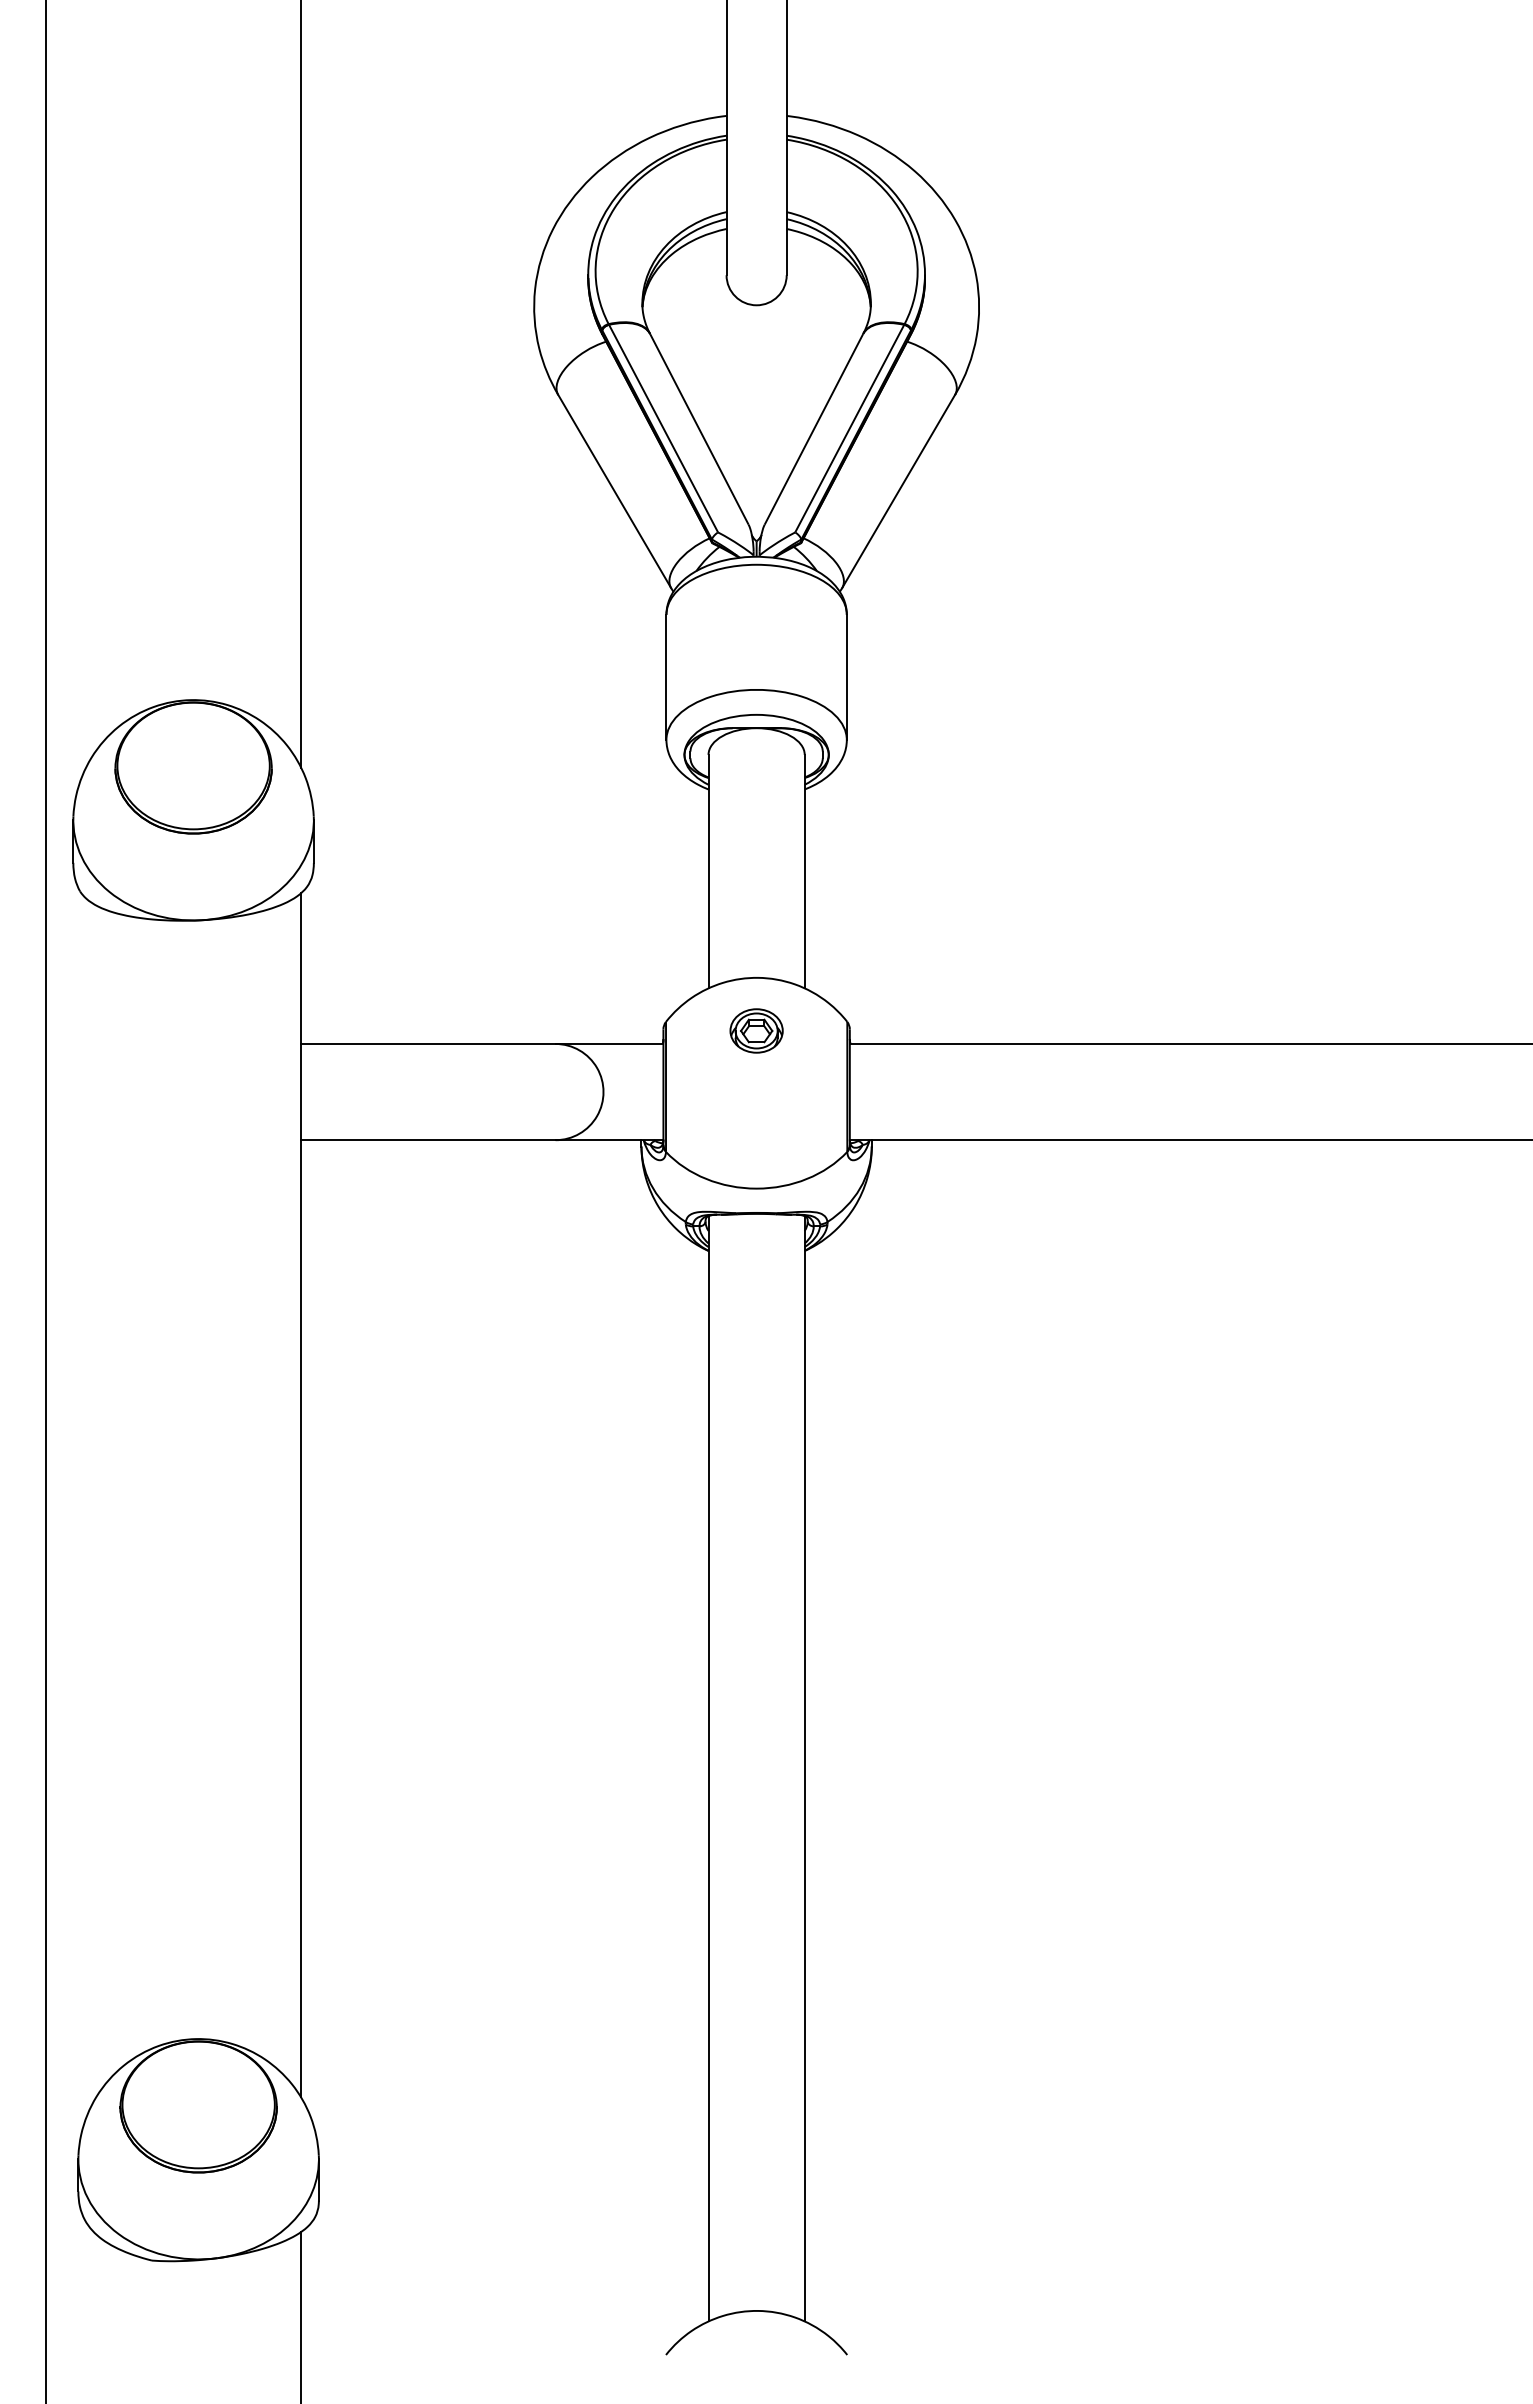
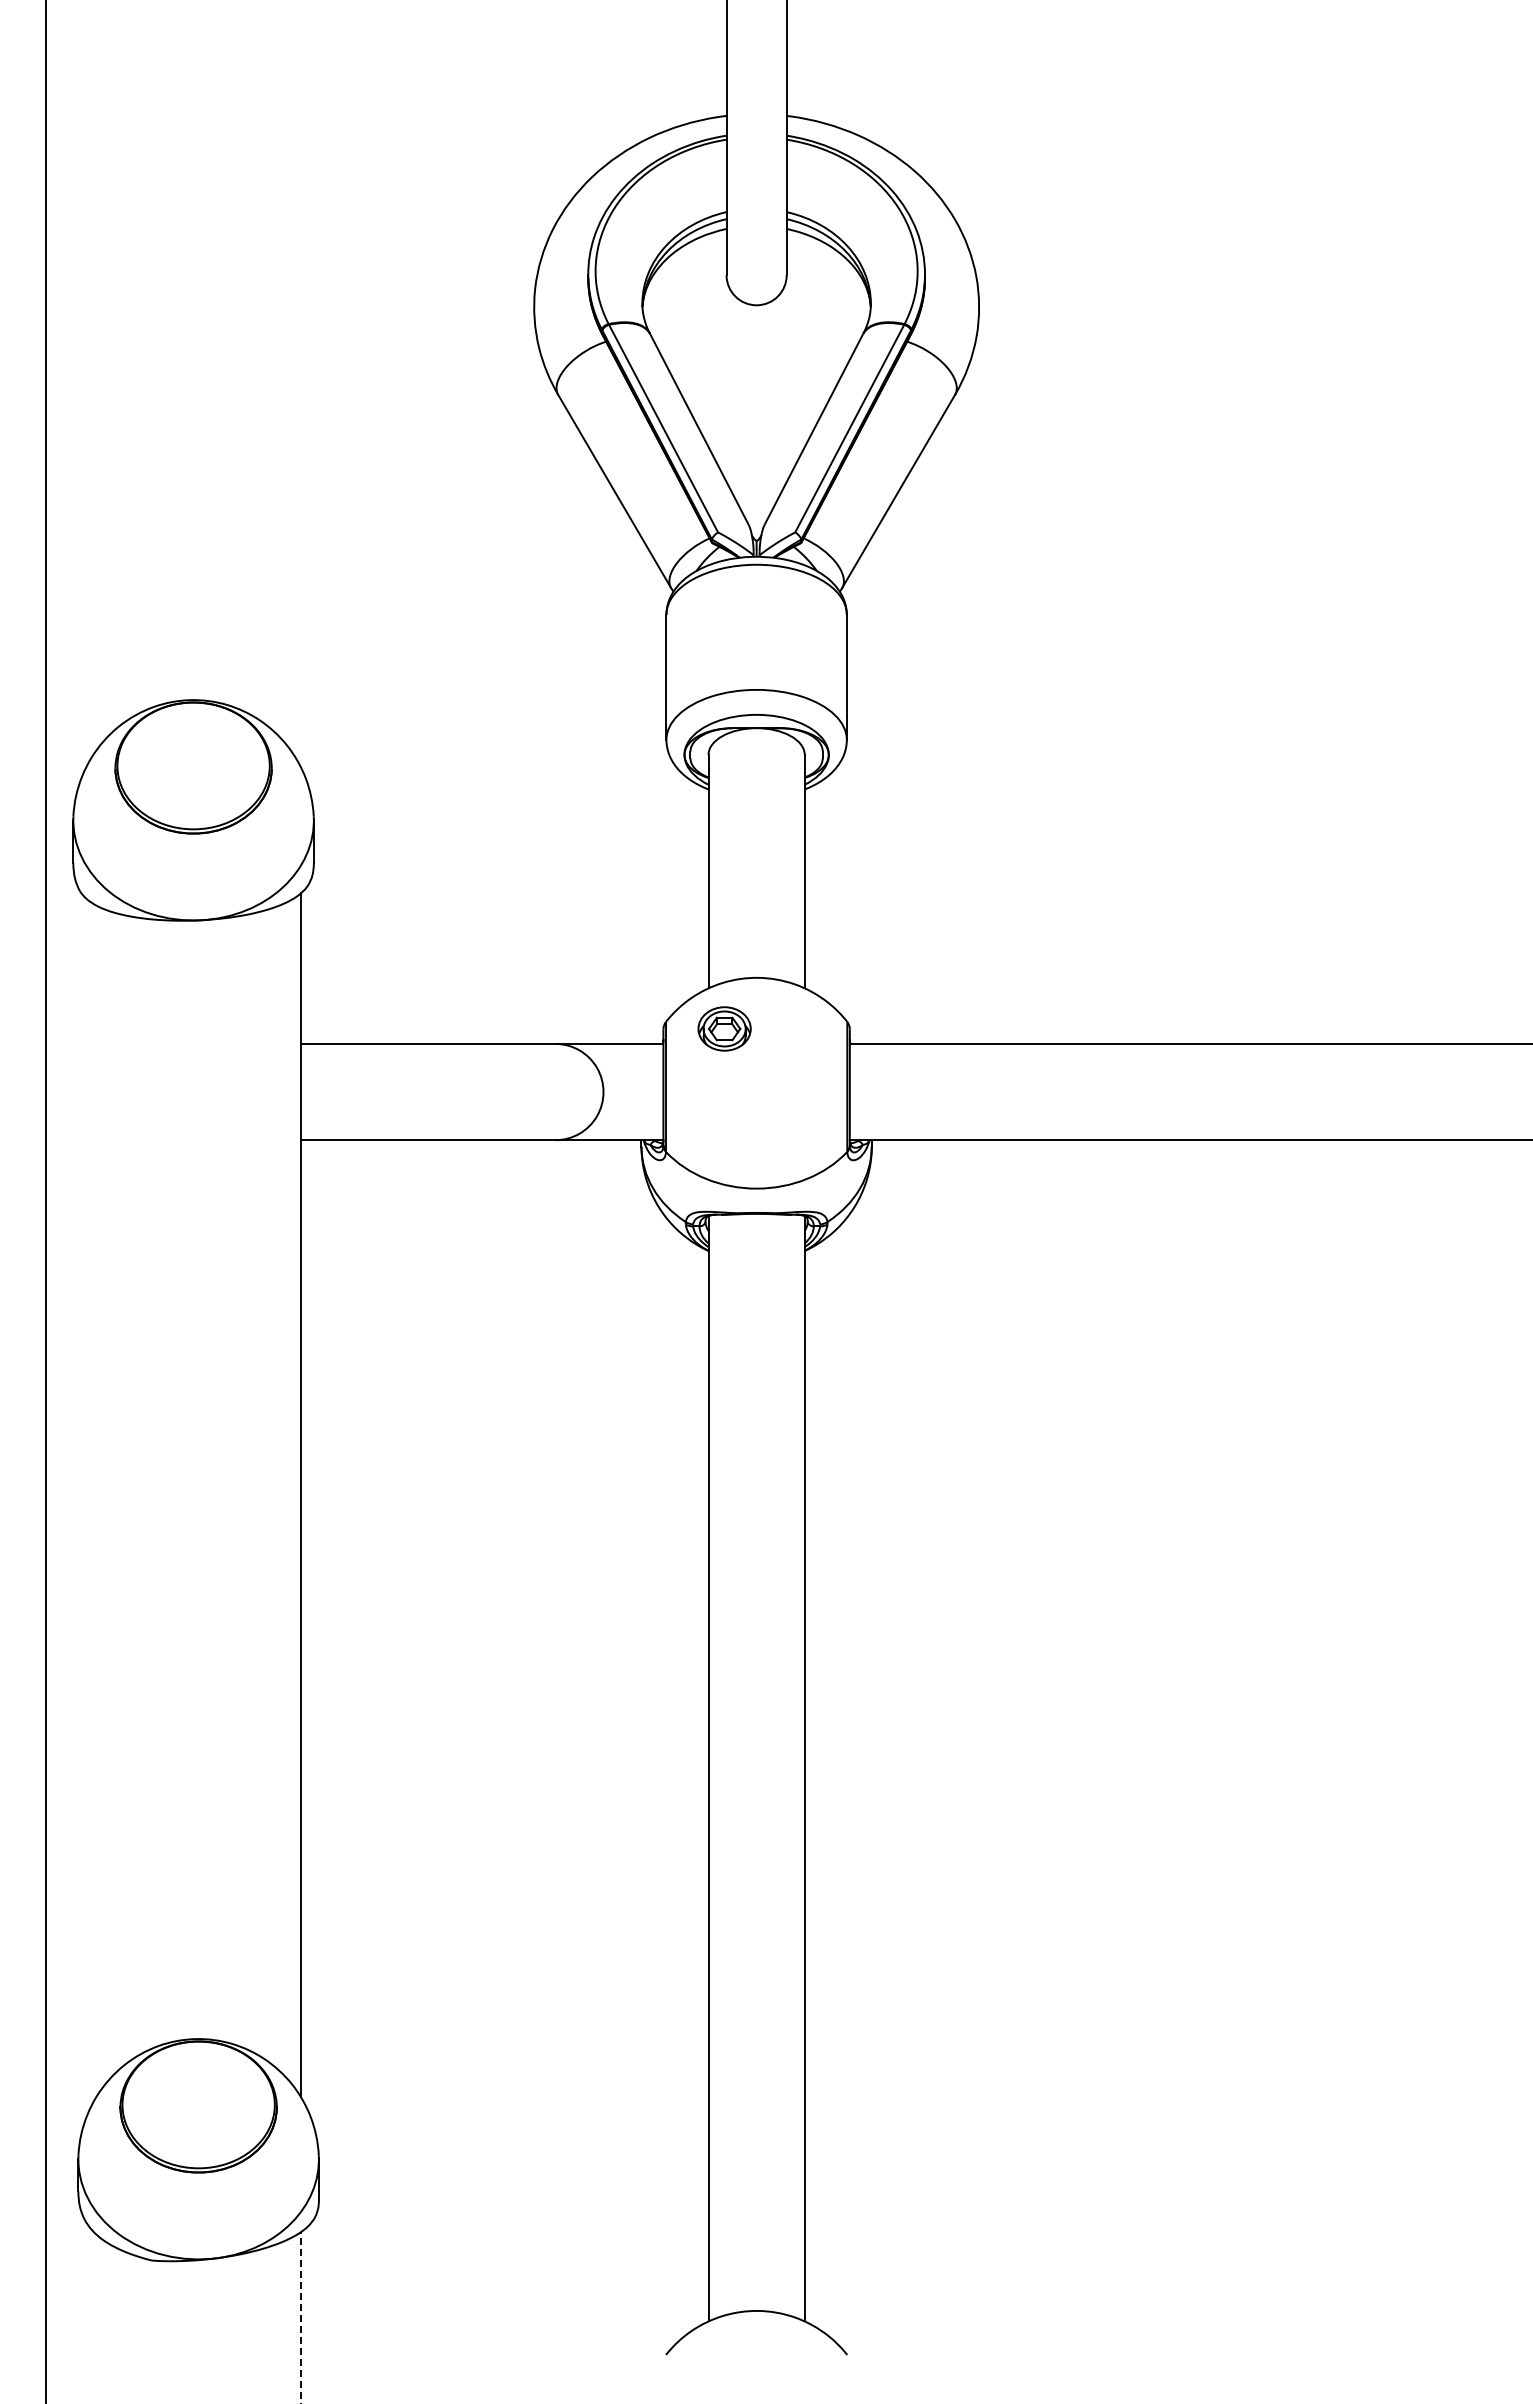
line at (301, 384): present -> none
part at (756, 1030) position: (756, 1030) -> (724, 1028)
line at (301, 2317): solid -> dashed
